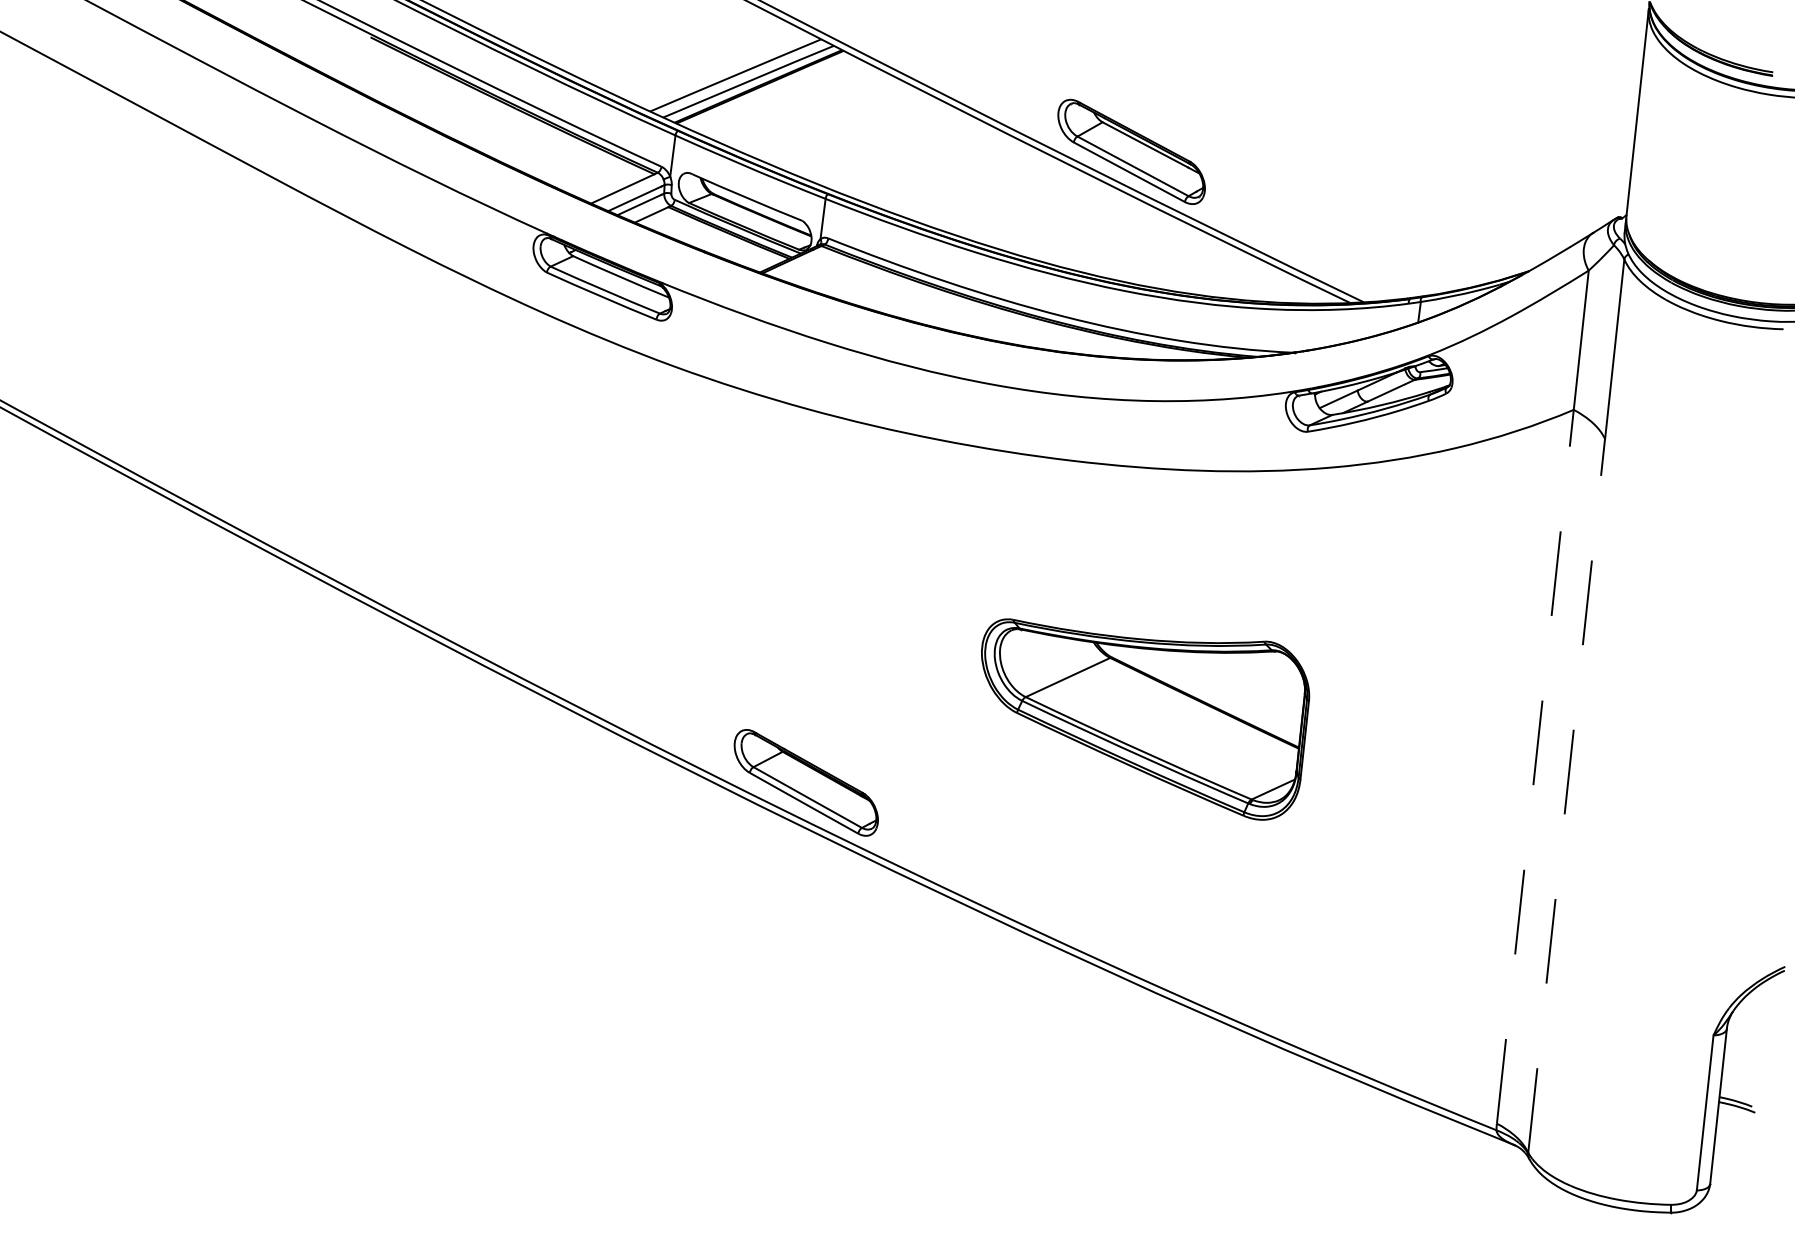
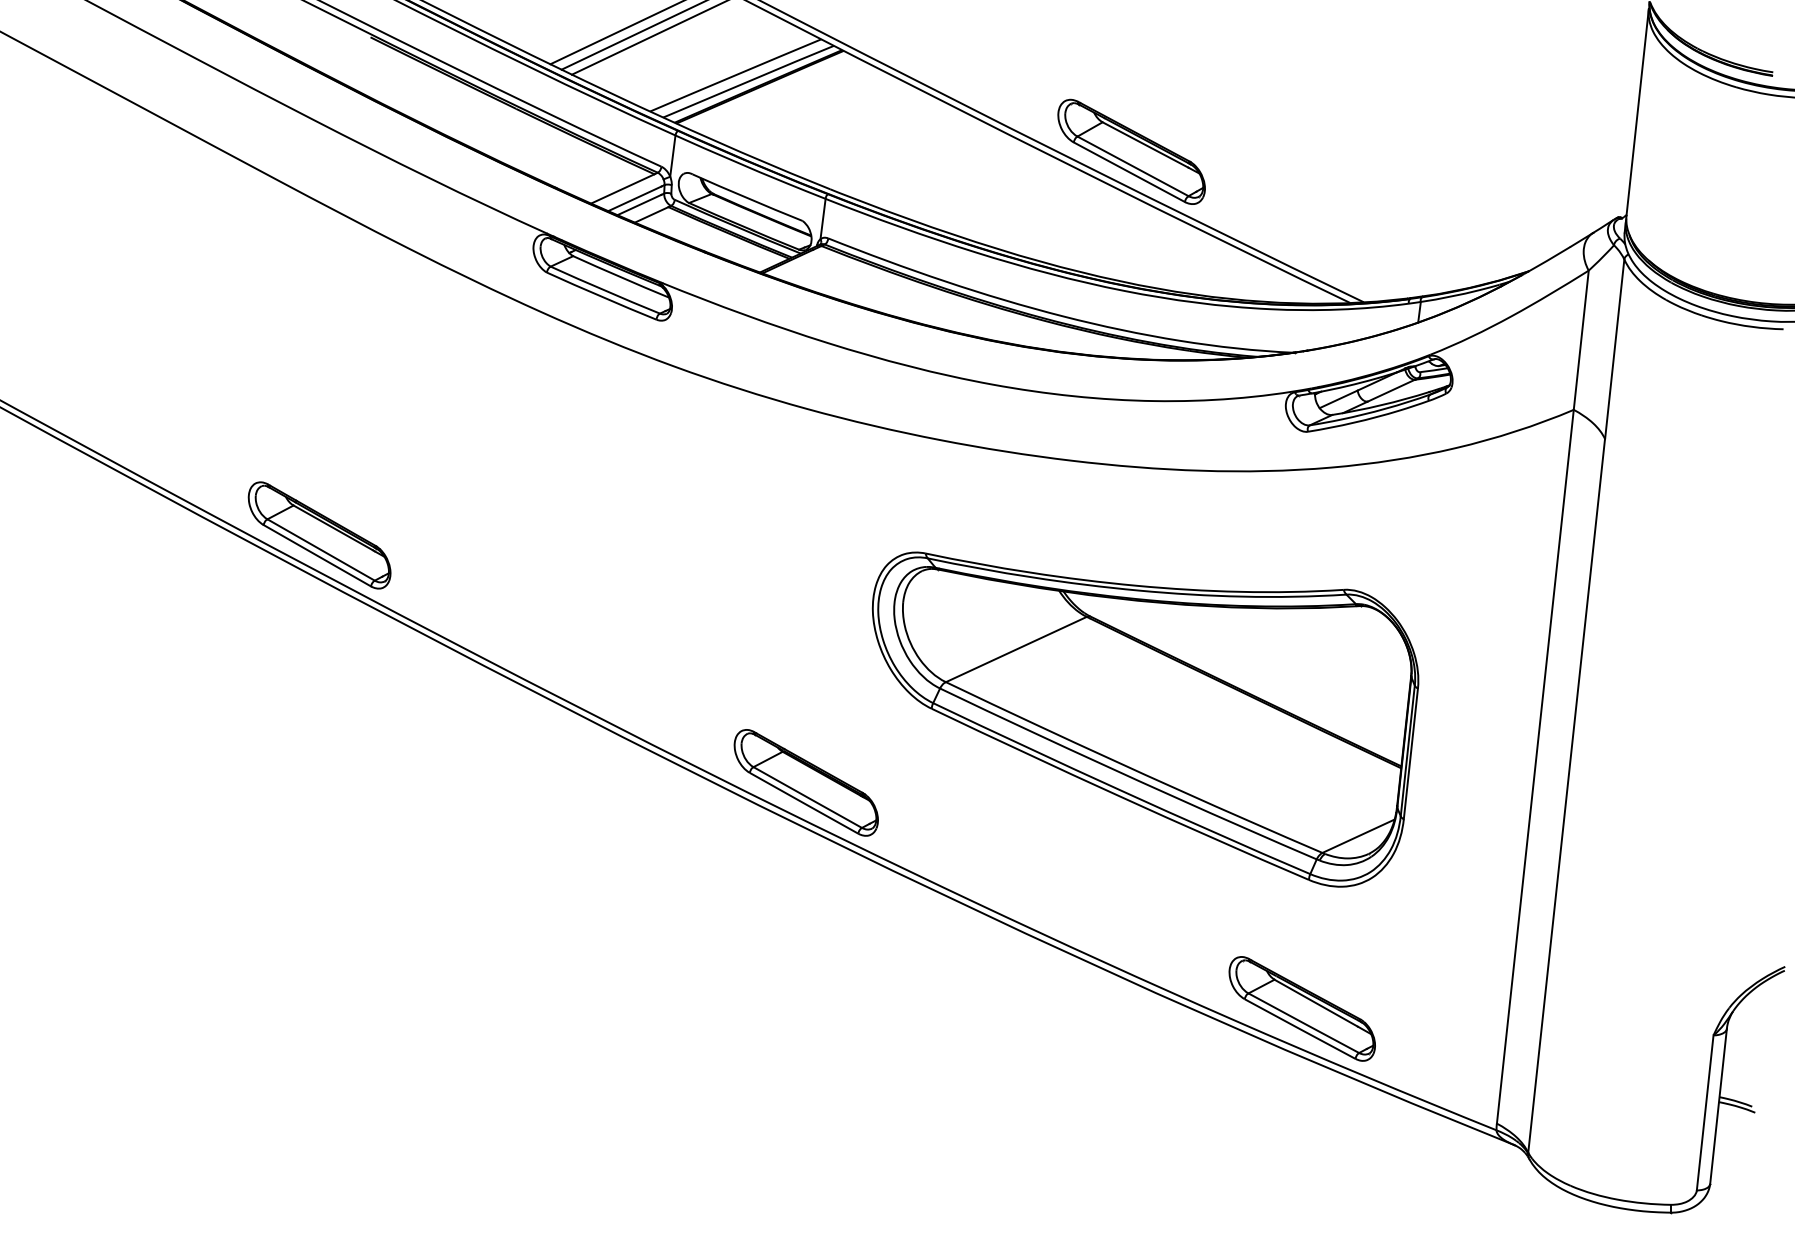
line at (615, 33): none -> present
line at (632, 35): none -> present
line at (647, 38): none -> present
part at (319, 535): none -> present
part at (1145, 719) size: 330x203 px -> 549x337 px
line at (1535, 766): dashed -> solid
line at (1566, 795): dashed -> solid
part at (1301, 1008): none -> present
